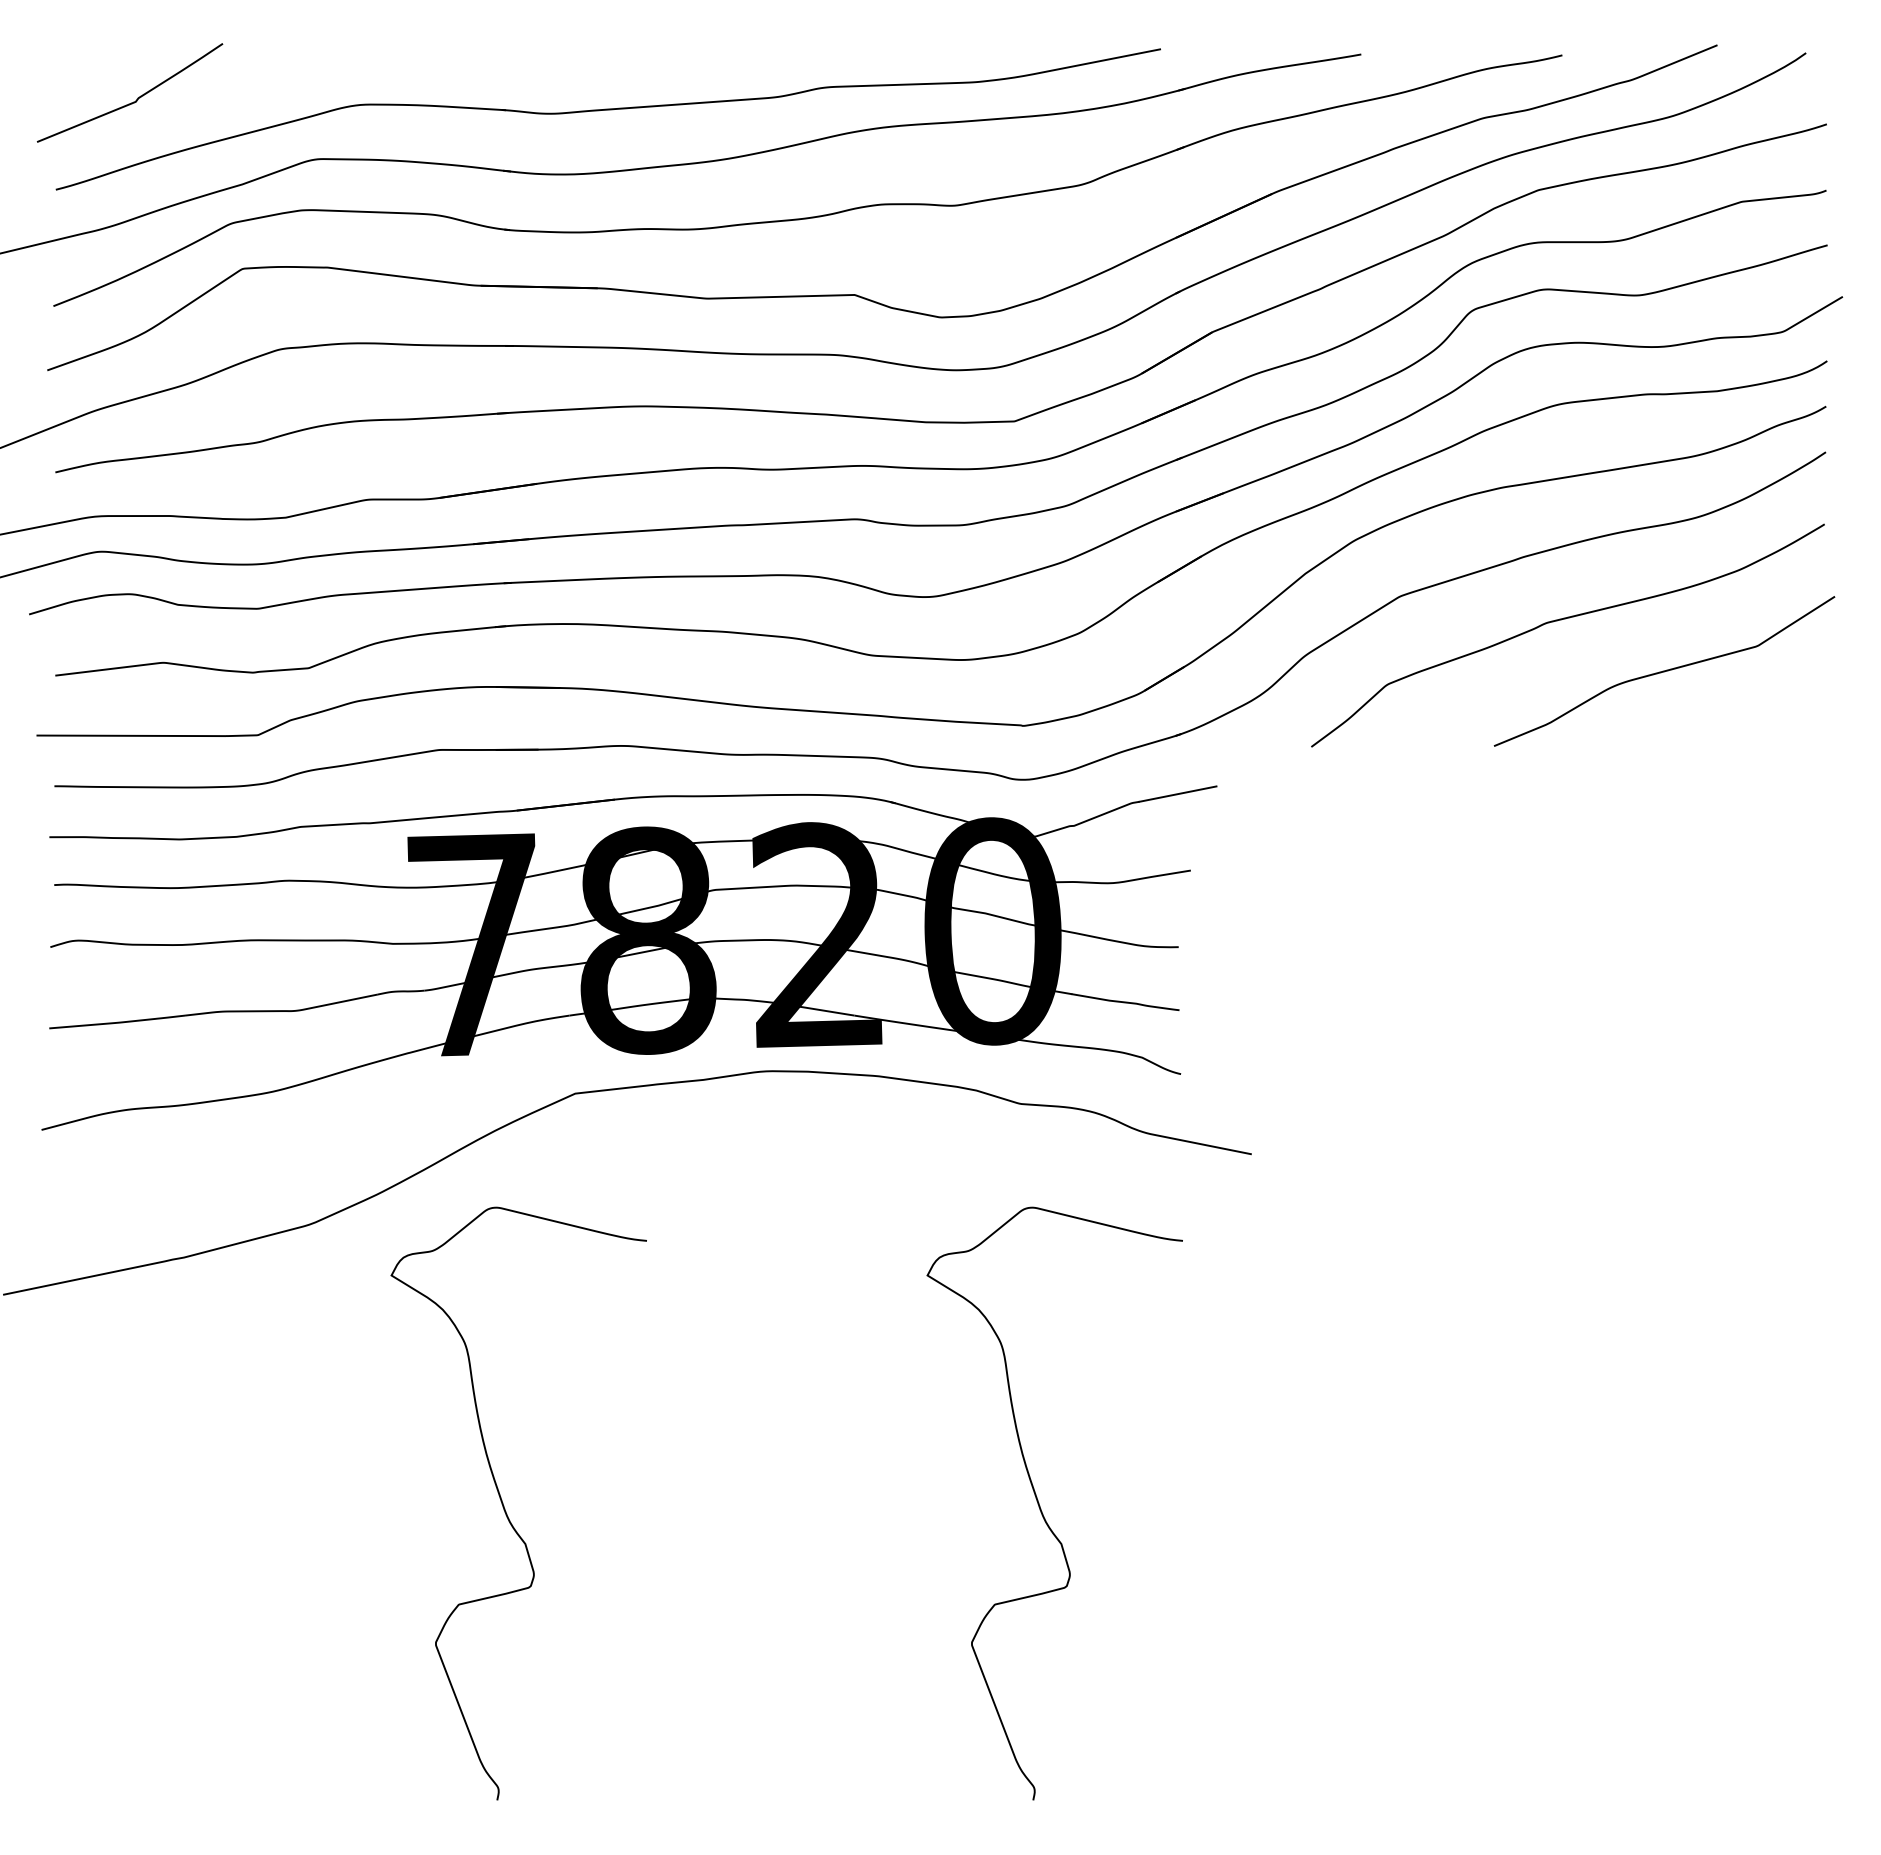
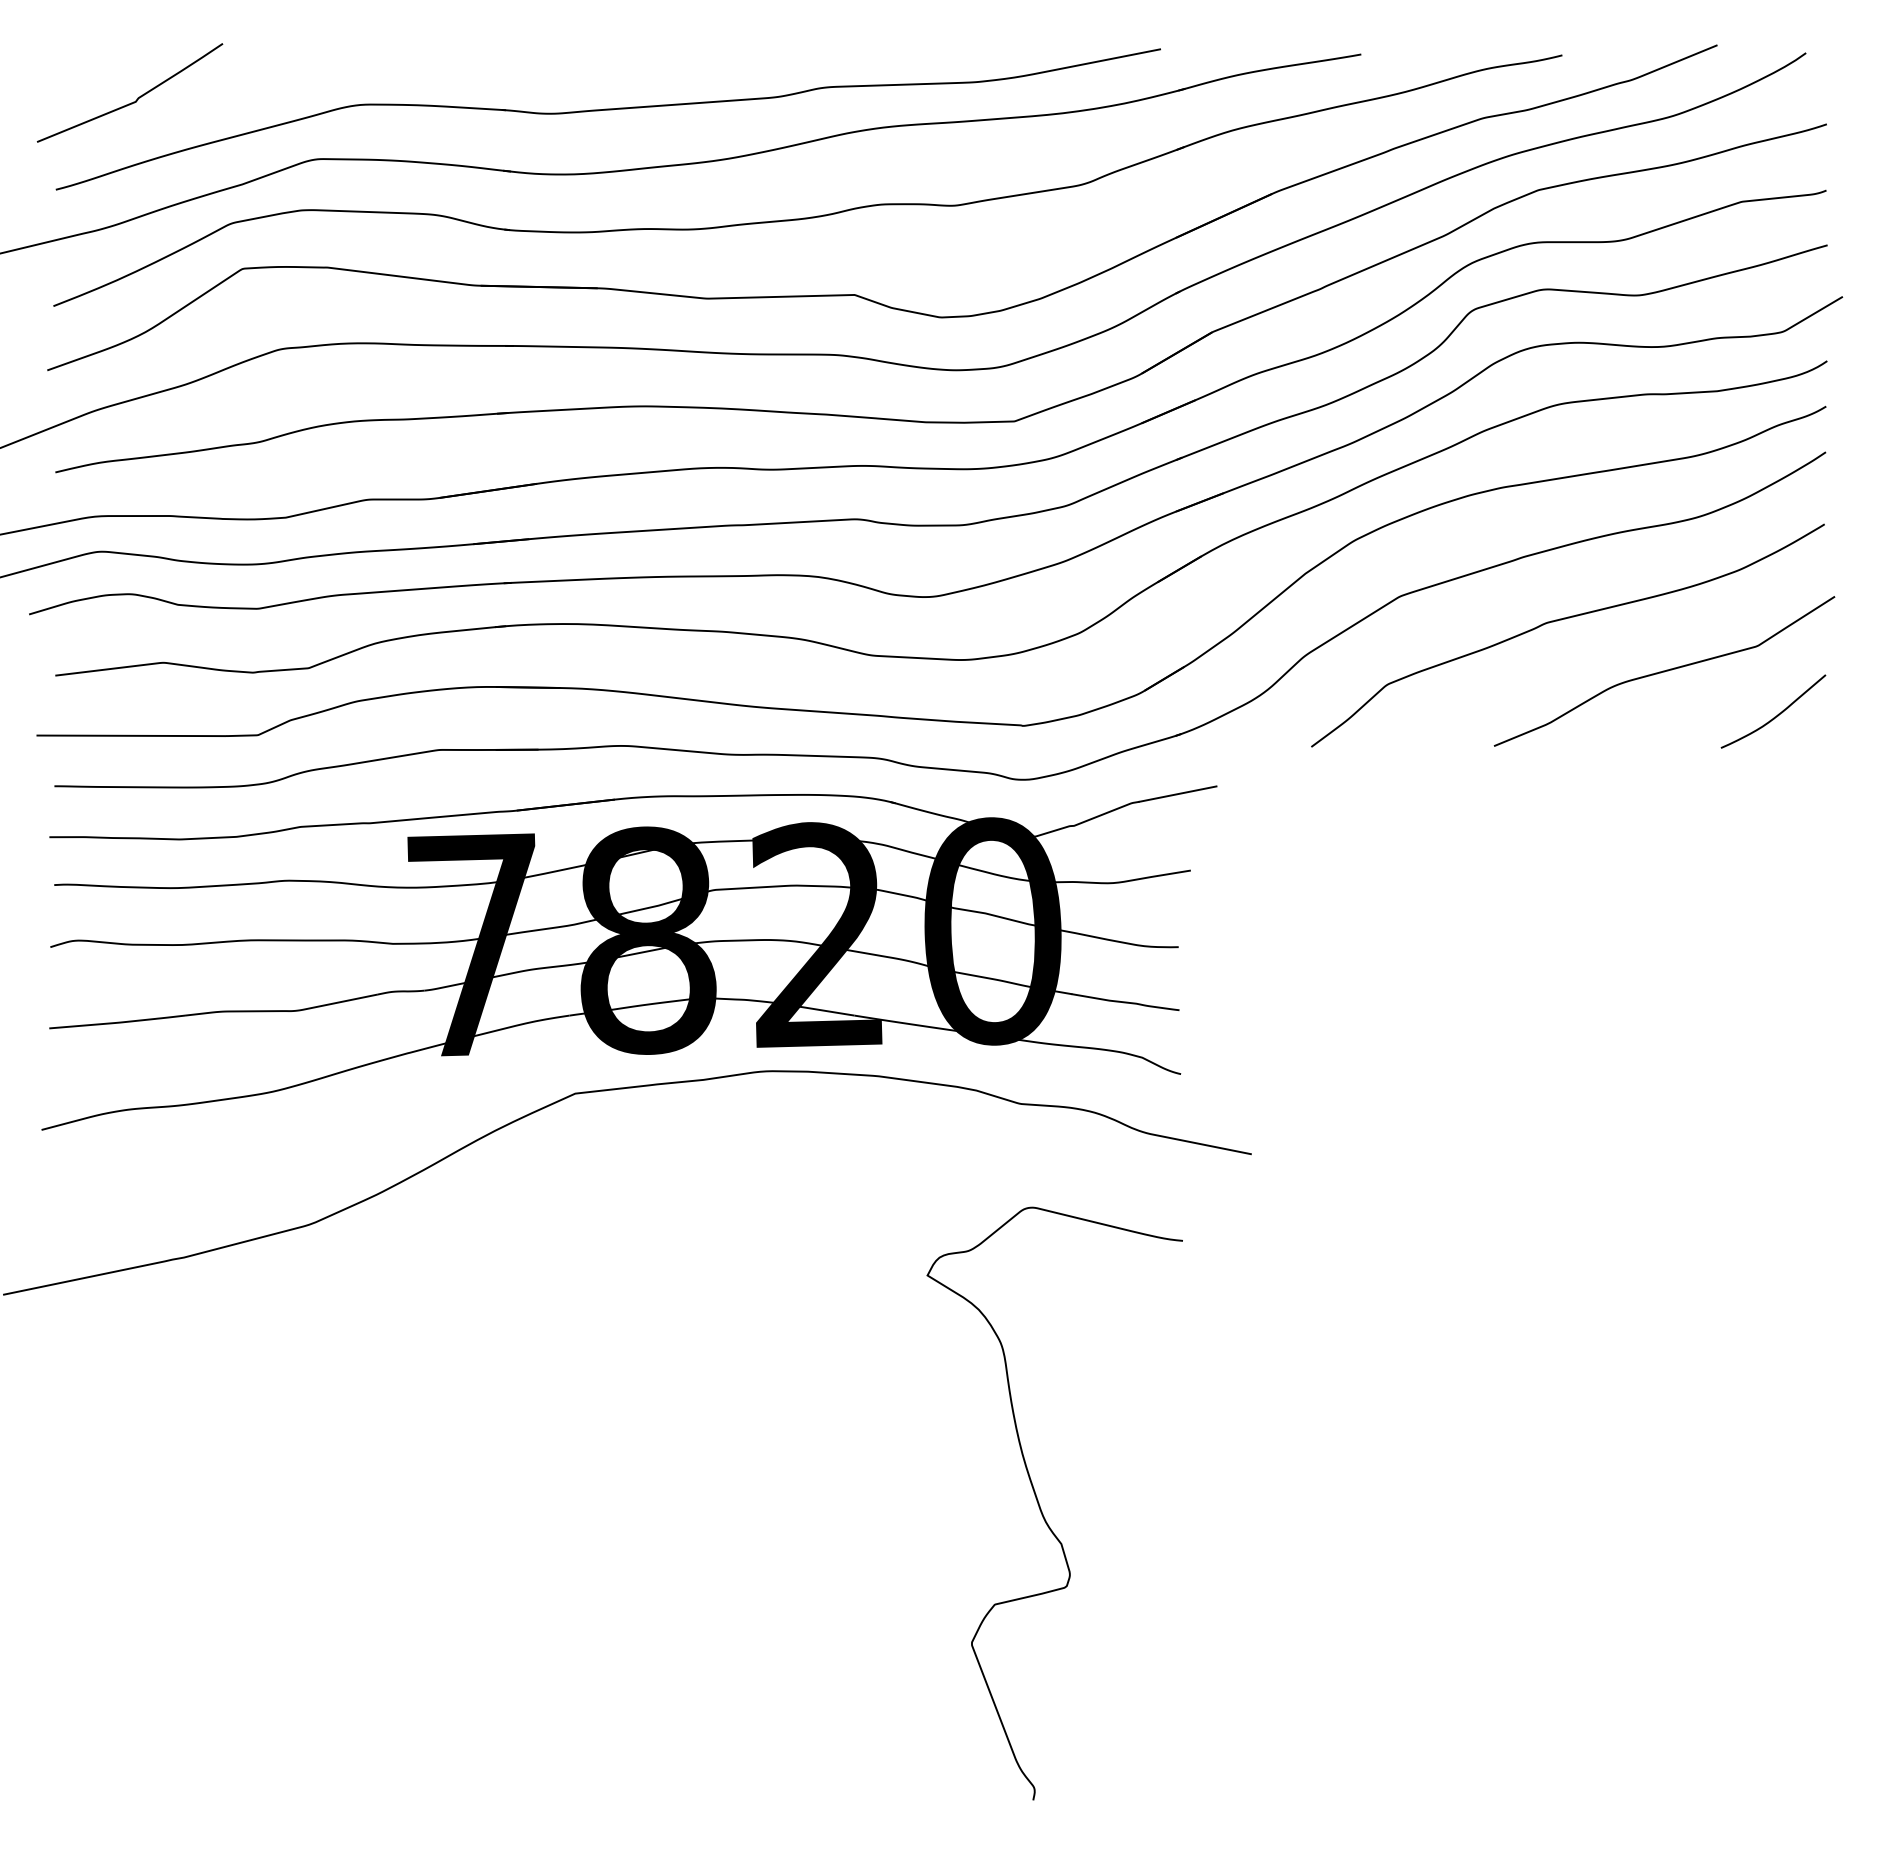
curve at (1777, 714): none -> present
curve at (505, 1508): present -> none
